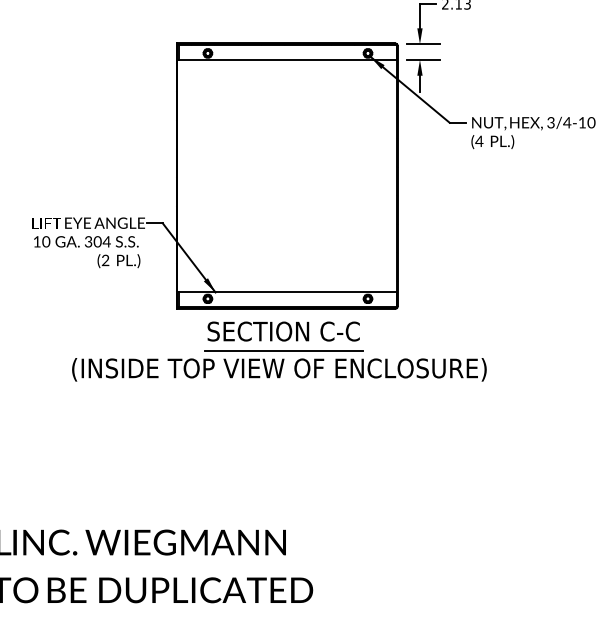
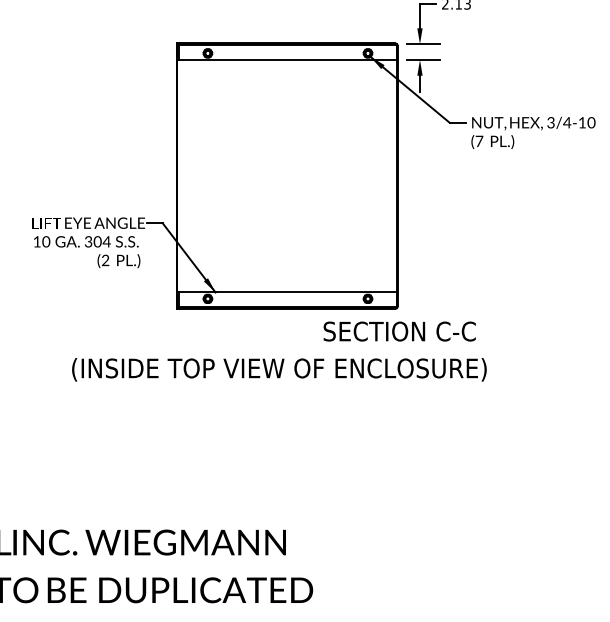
text at (479, 140): (4 -> (7
text at (283, 331) position: (283, 331) -> (399, 331)
line at (284, 350): present -> none
